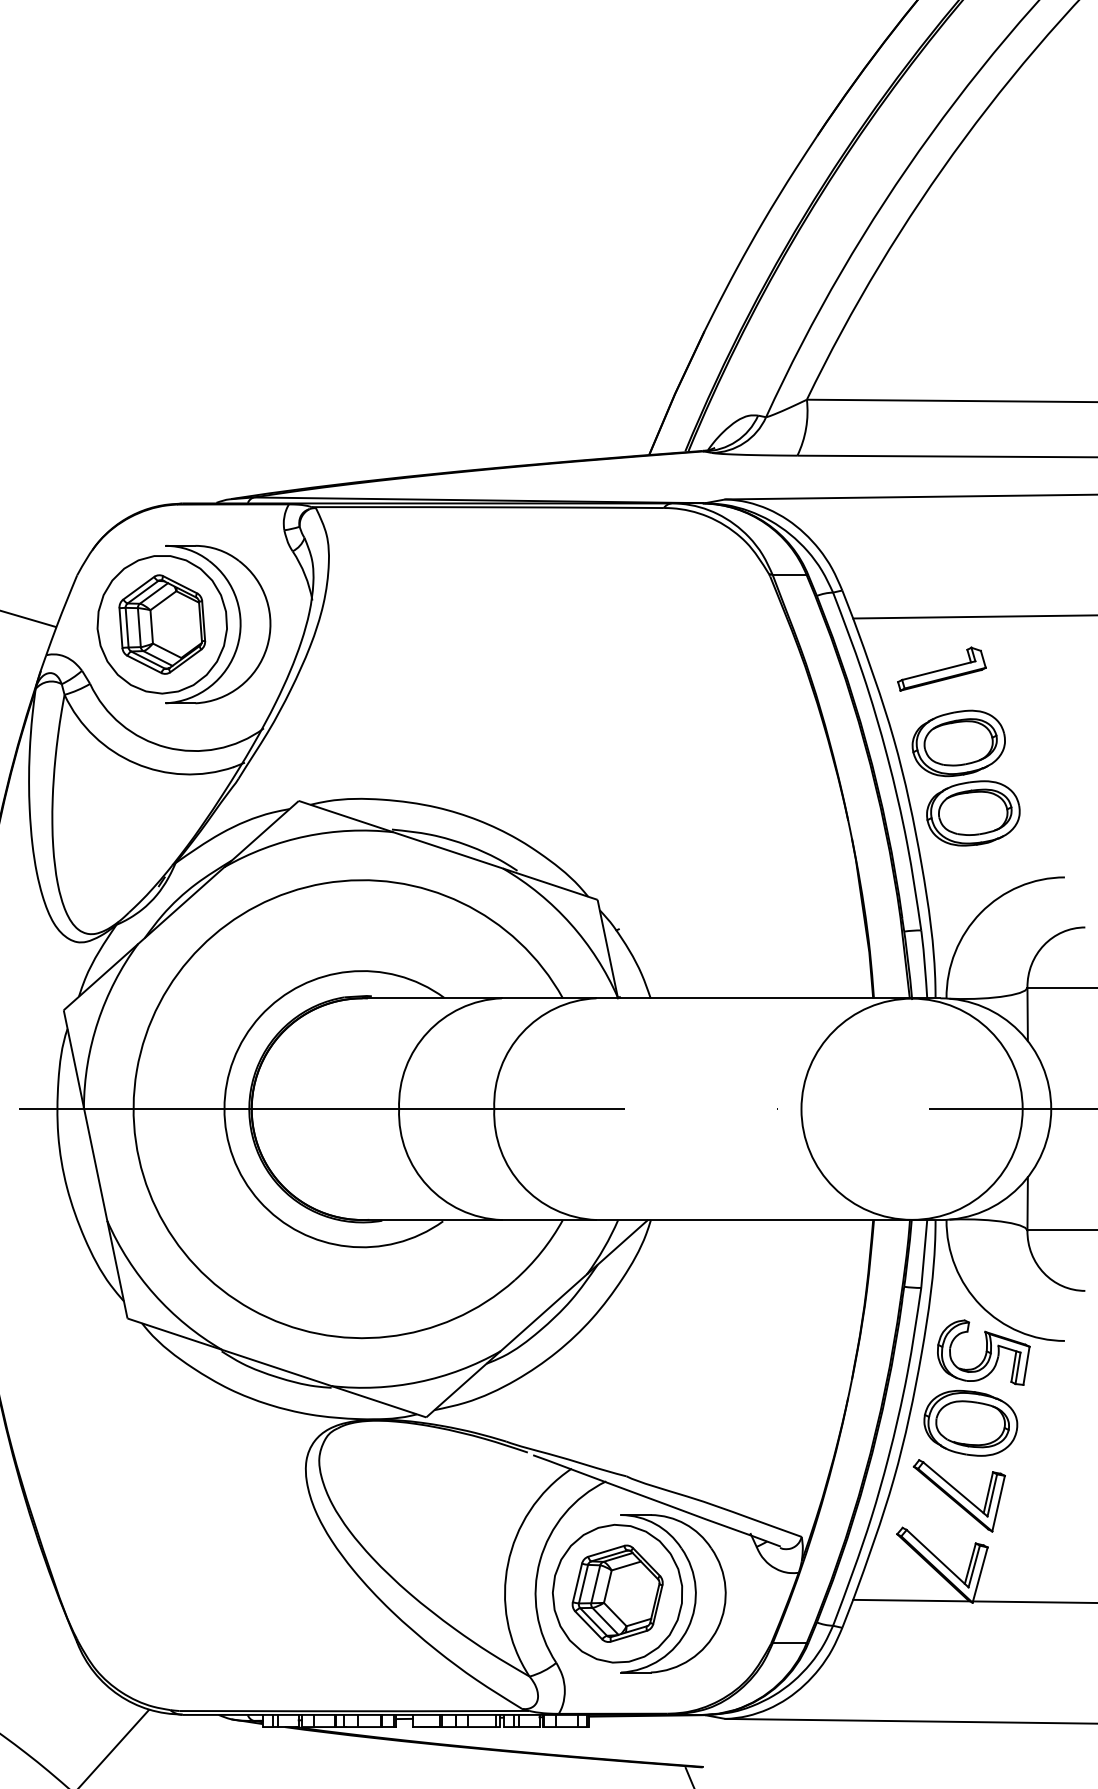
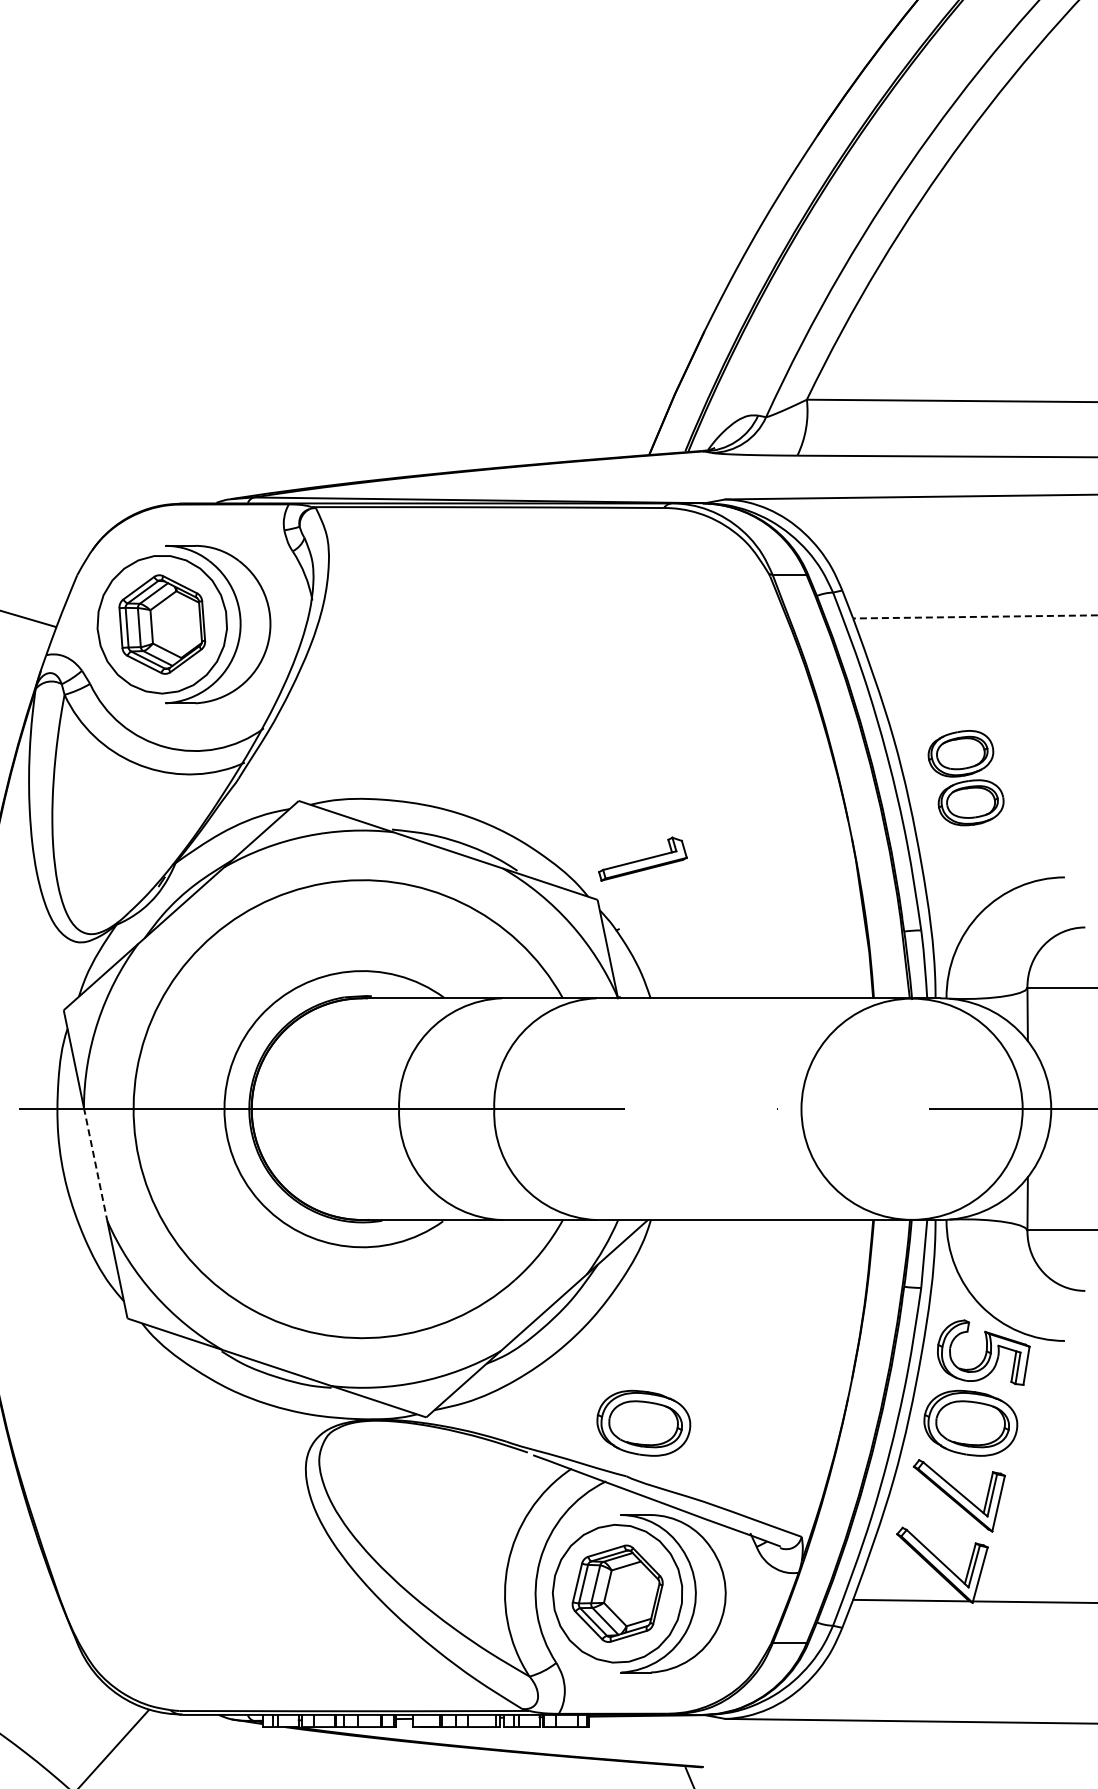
line at (975, 616): solid -> dashed
part at (941, 668) position: (941, 668) -> (642, 858)
part at (965, 777) size: 110x138 px -> 78x97 px
line at (95, 1164): solid -> dashed
part at (643, 1422): none -> present
